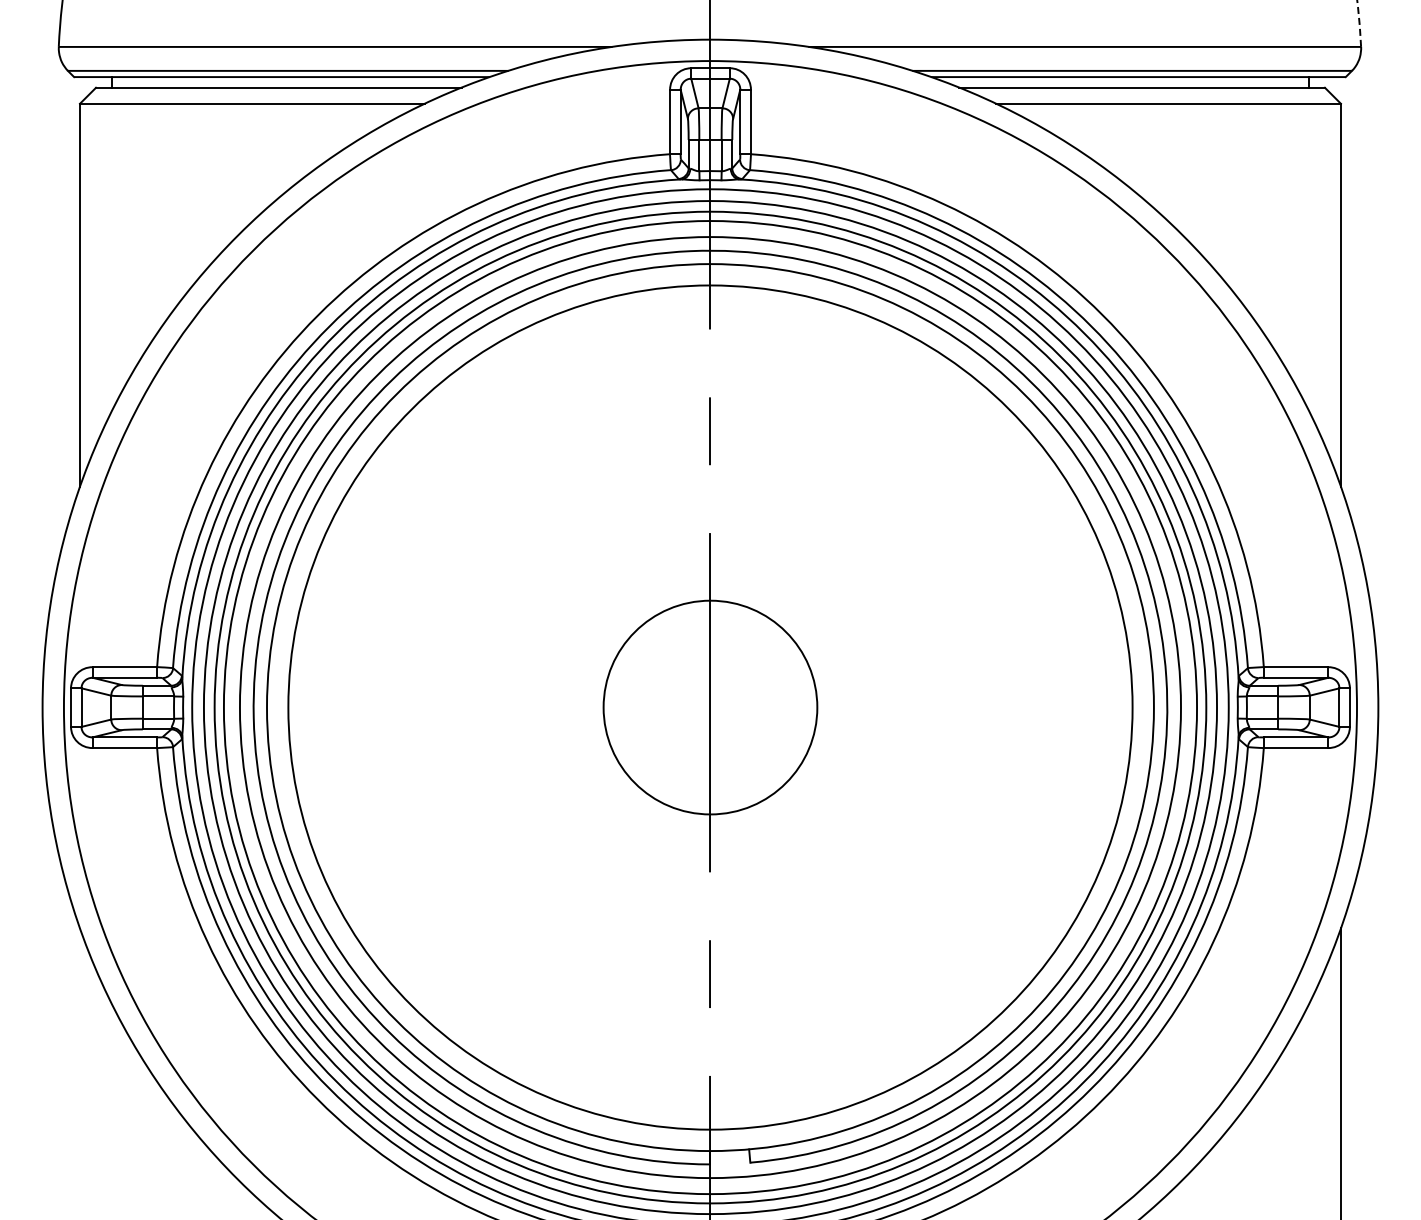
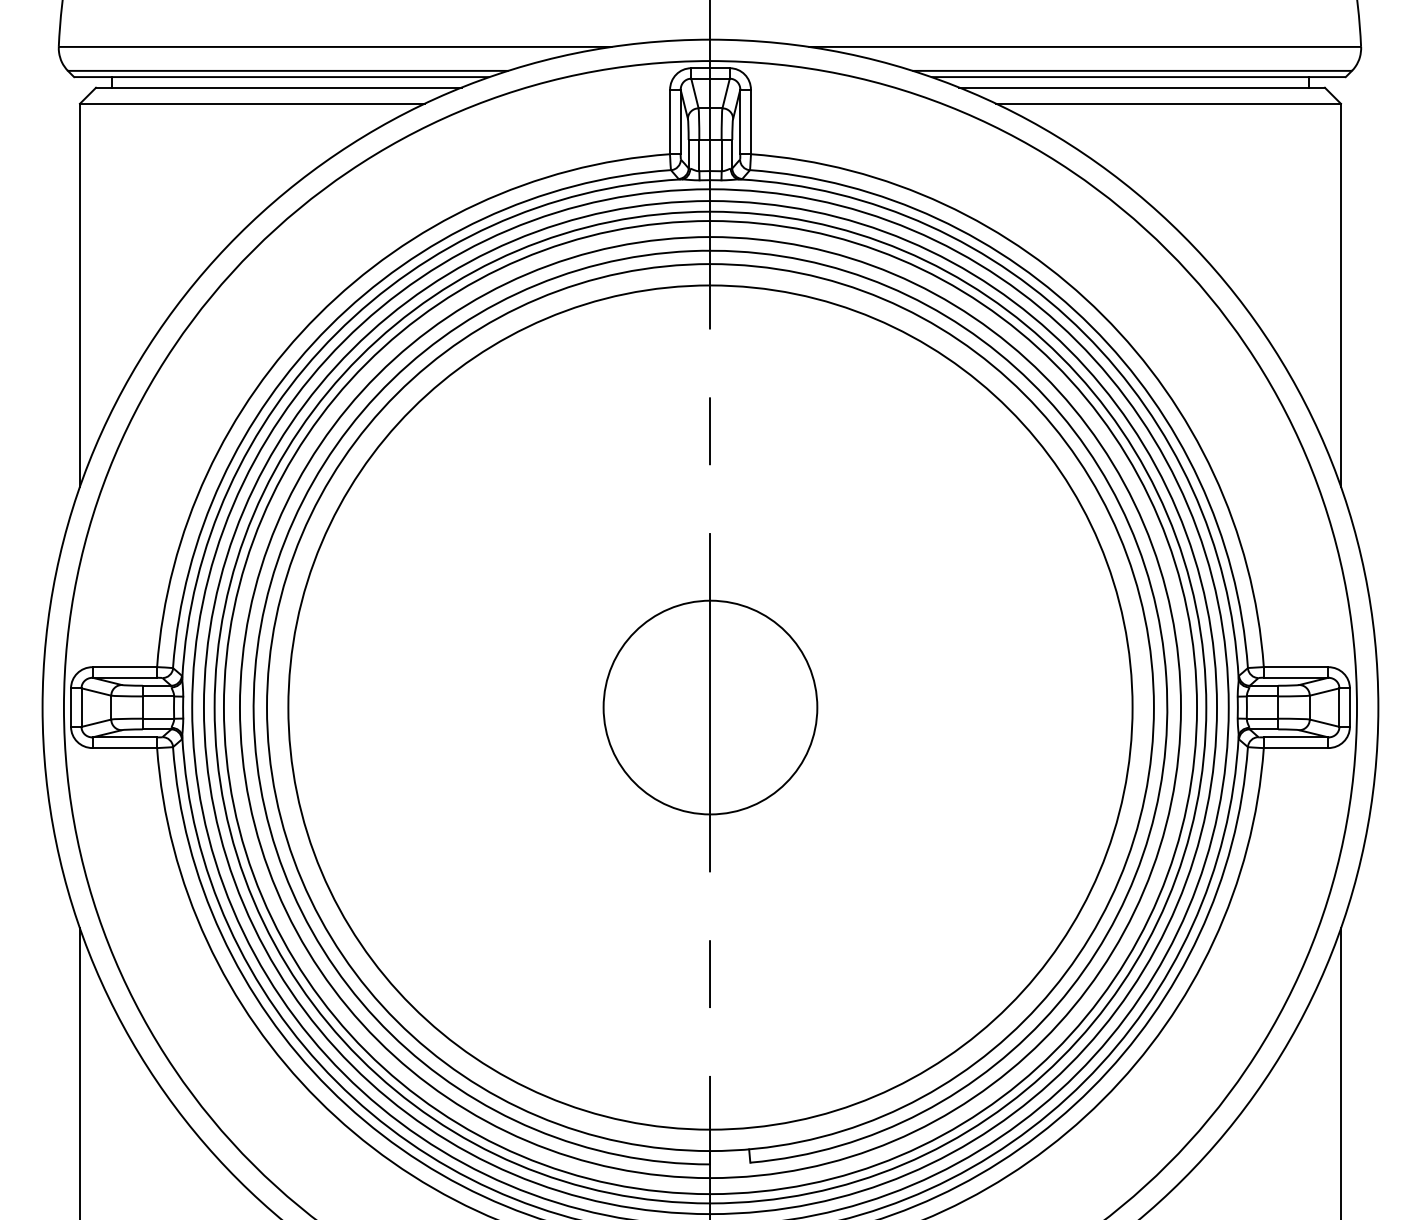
arc at (1359, 23): dashed -> solid
line at (79, 1072): none -> present
